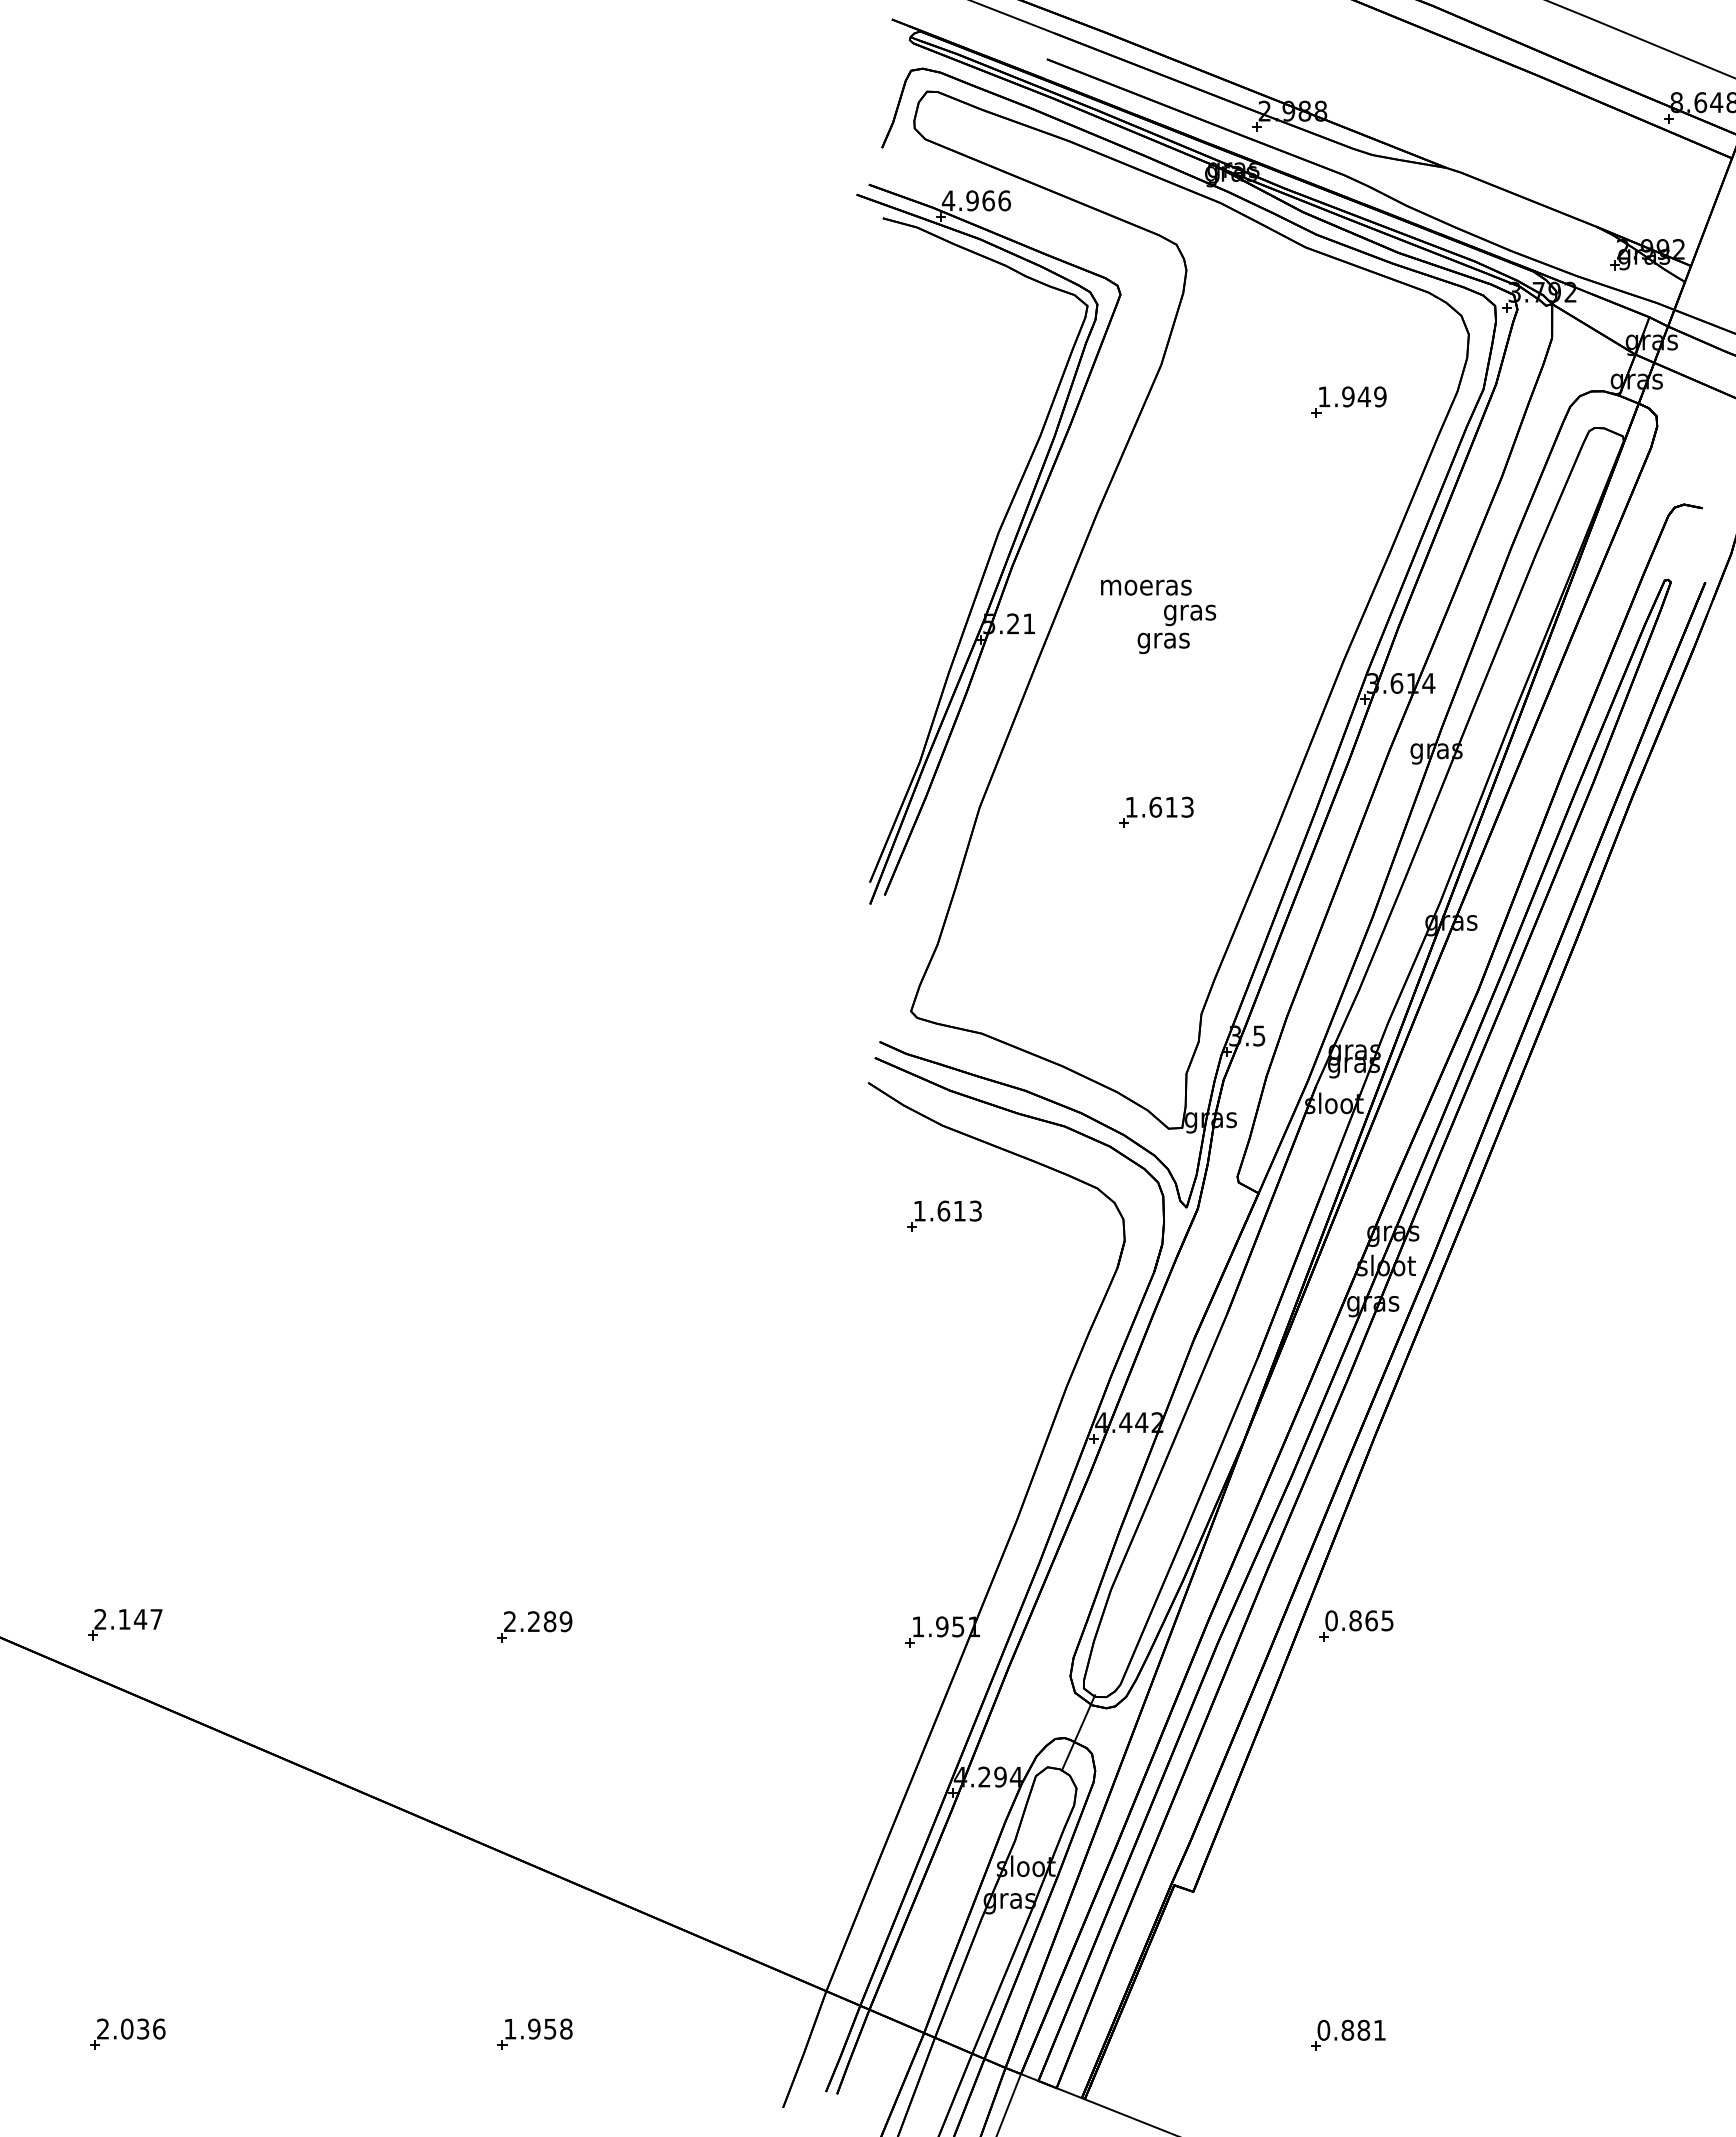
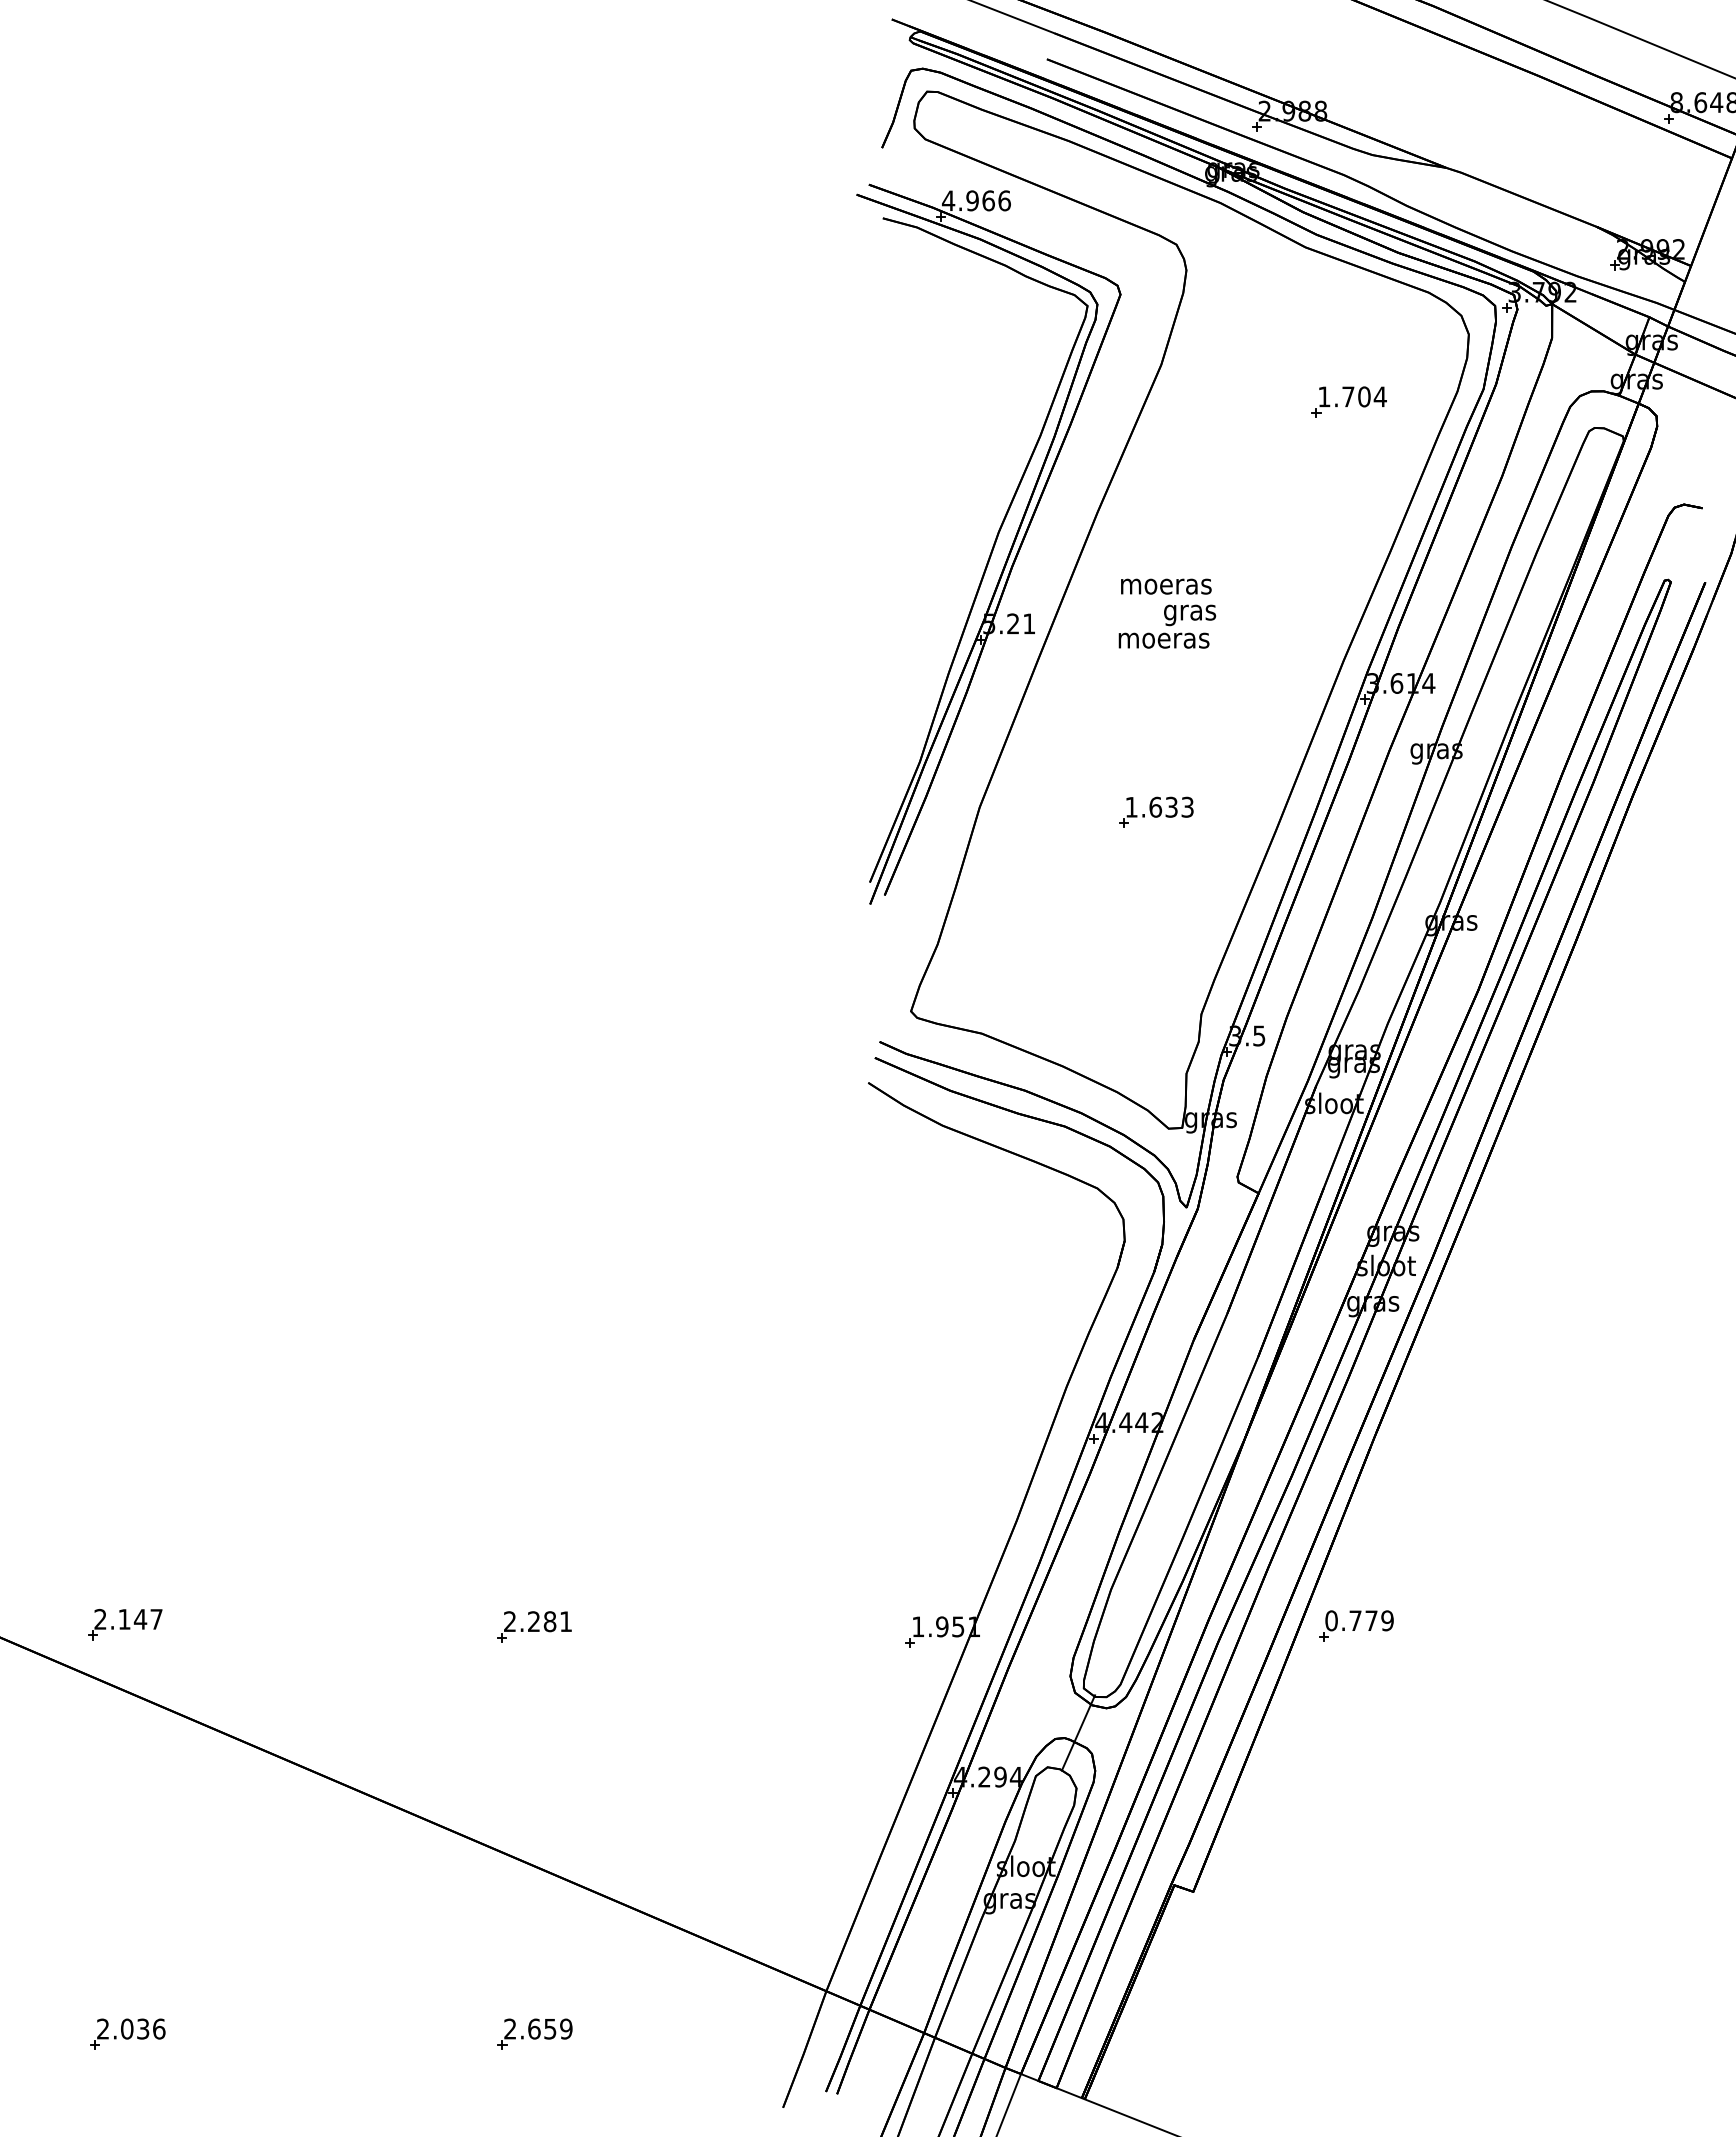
text at (1364, 396): 1.949 -> 1.704
text at (1146, 587) position: (1146, 587) -> (1166, 586)
text at (1163, 643): gras -> moeras
text at (1171, 806): 1.613 -> 1.633
part at (944, 1215): present -> none
text at (1371, 1620): 0.865 -> 0.779
text at (565, 1621): 2.289 -> 2.281
text at (538, 2028): 1.958 -> 2.659
part at (1348, 2034): present -> none
